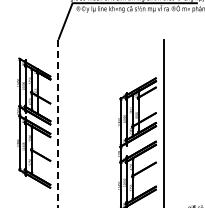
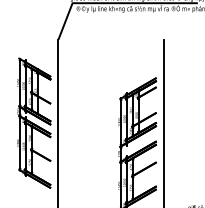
line at (58, 123): dashed -> solid
